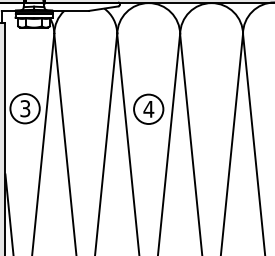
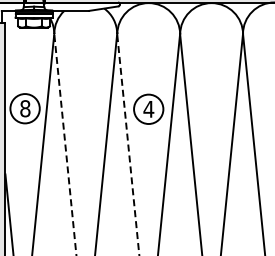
text at (25, 108): 3 -> 8
line at (65, 144): solid -> dashed
line at (128, 144): solid -> dashed
